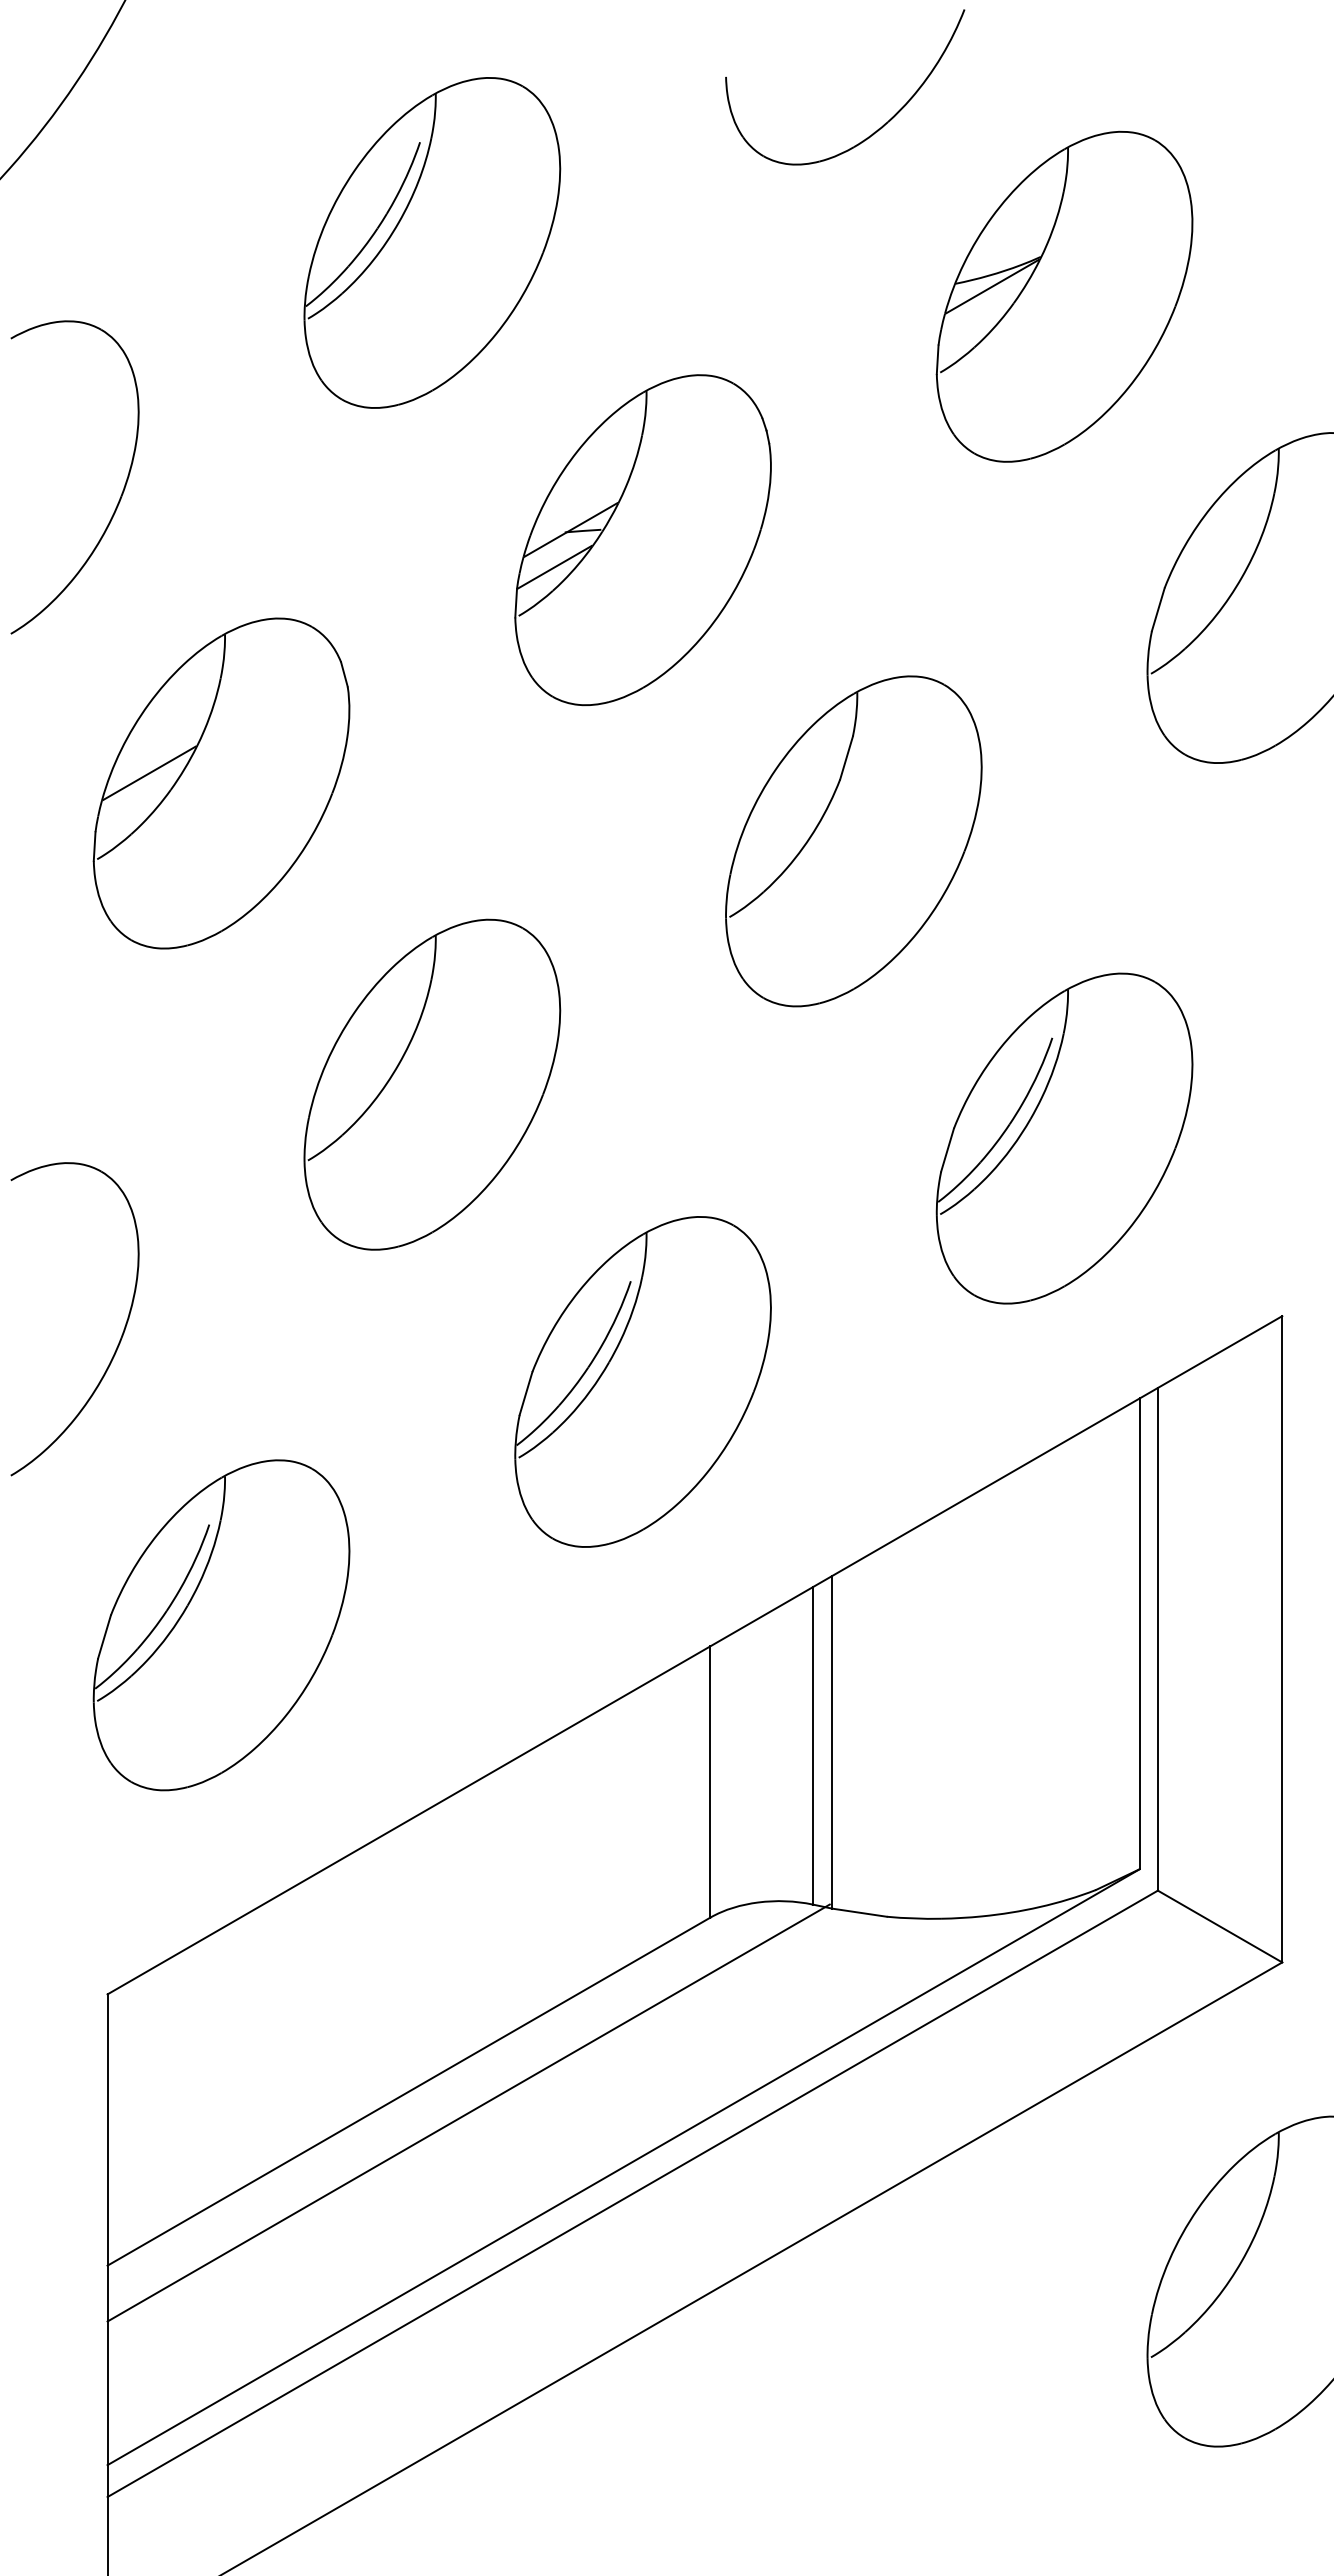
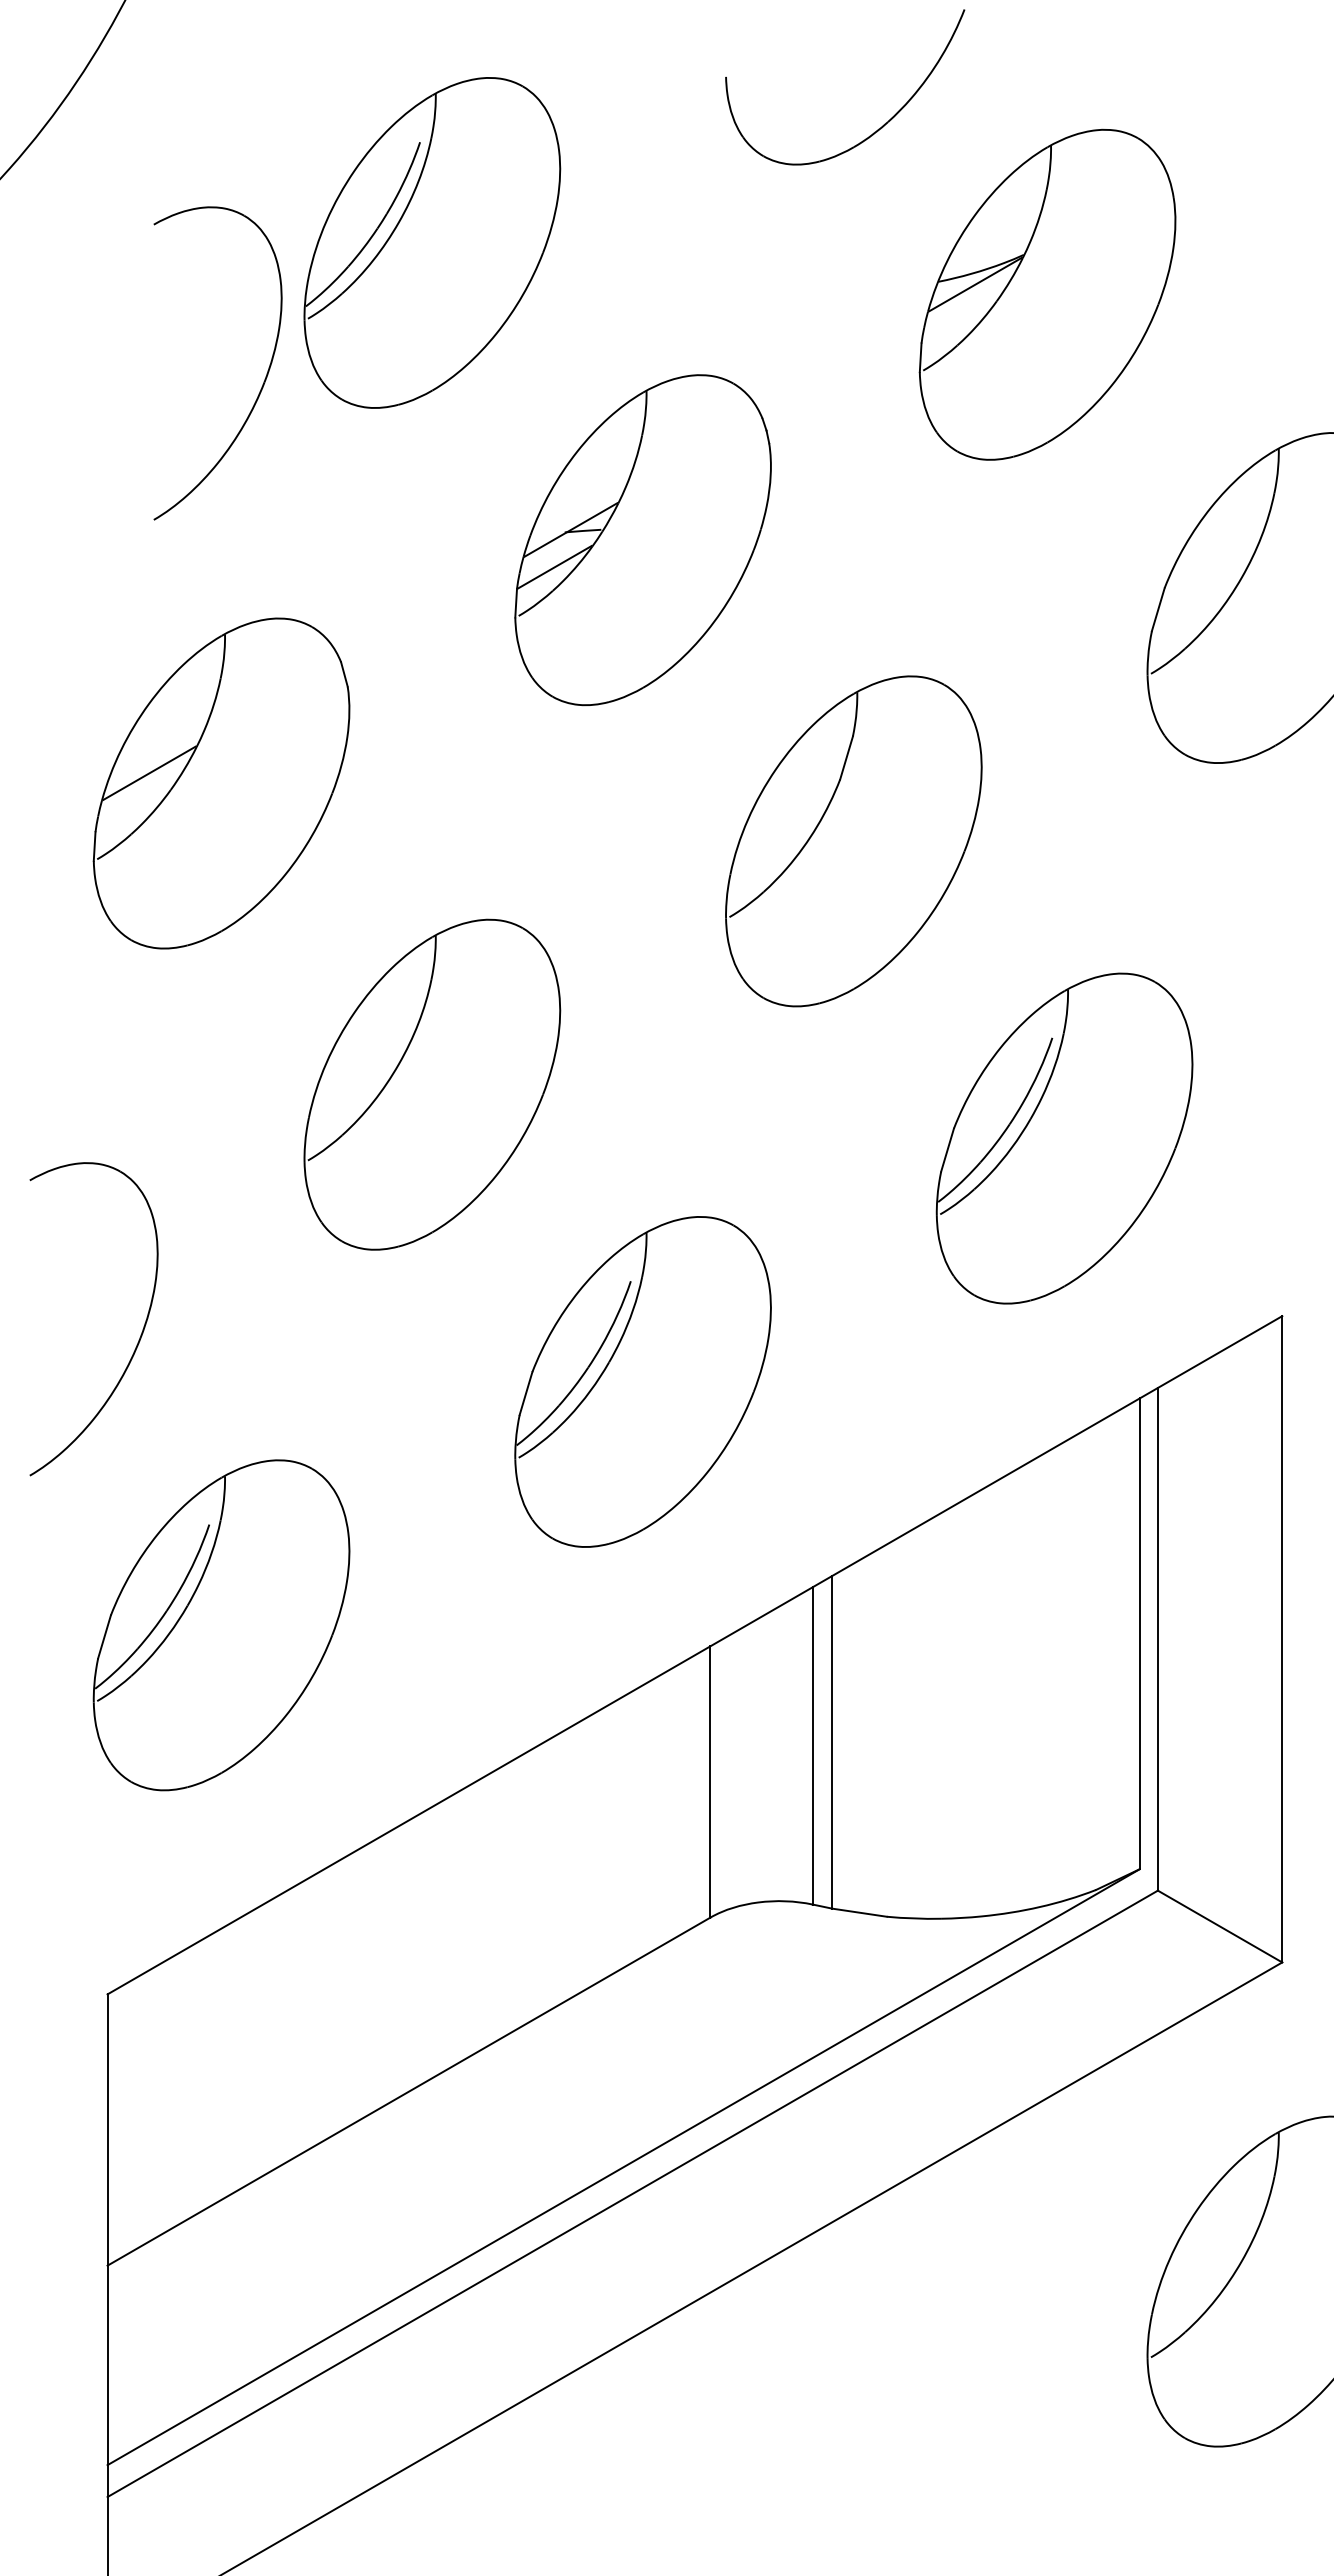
part at (1064, 296) position: (1064, 296) -> (1047, 294)
part at (120, 495) position: (120, 495) -> (263, 381)
part at (121, 1334) position: (121, 1334) -> (140, 1334)
line at (468, 2112): present -> none
